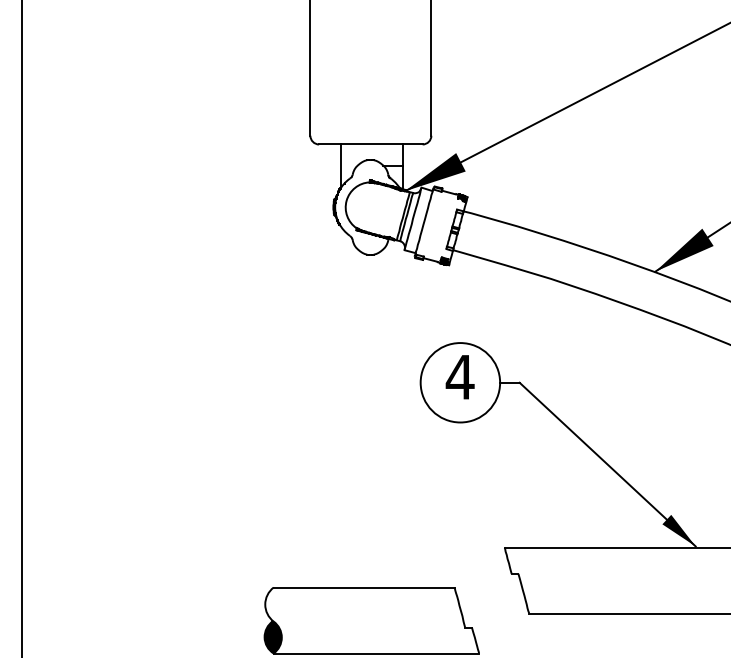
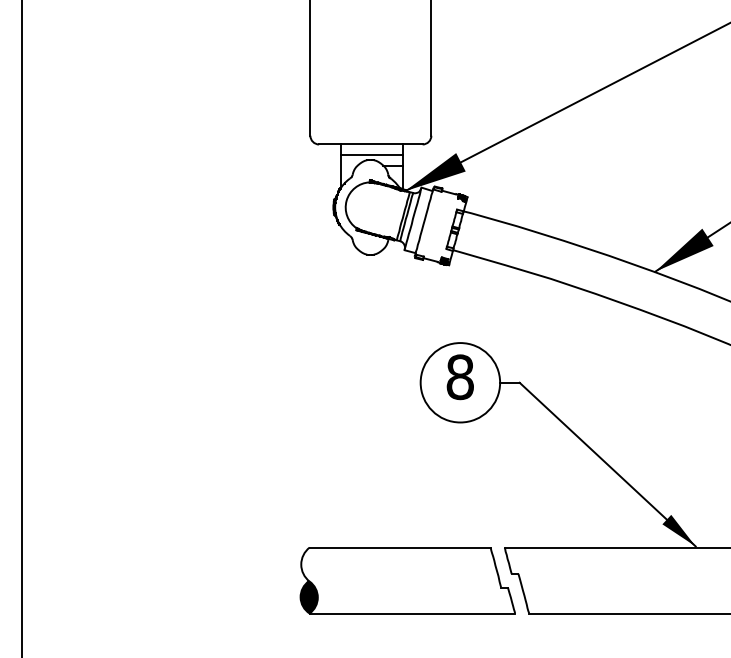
line at (371, 155): none -> present
text at (459, 377): 4 -> 8
part at (371, 620) position: (371, 620) -> (407, 580)
